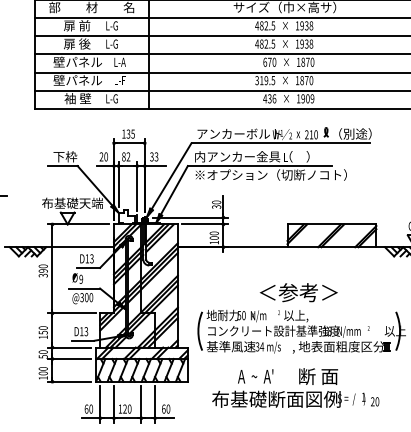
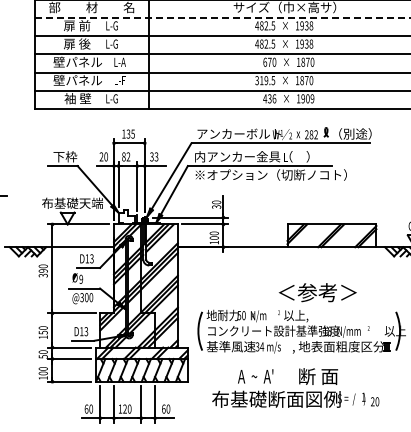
line at (222, 17): solid -> dashed
text at (313, 134): 210 -> 282
text at (298, 292) position: (298, 292) -> (317, 292)
